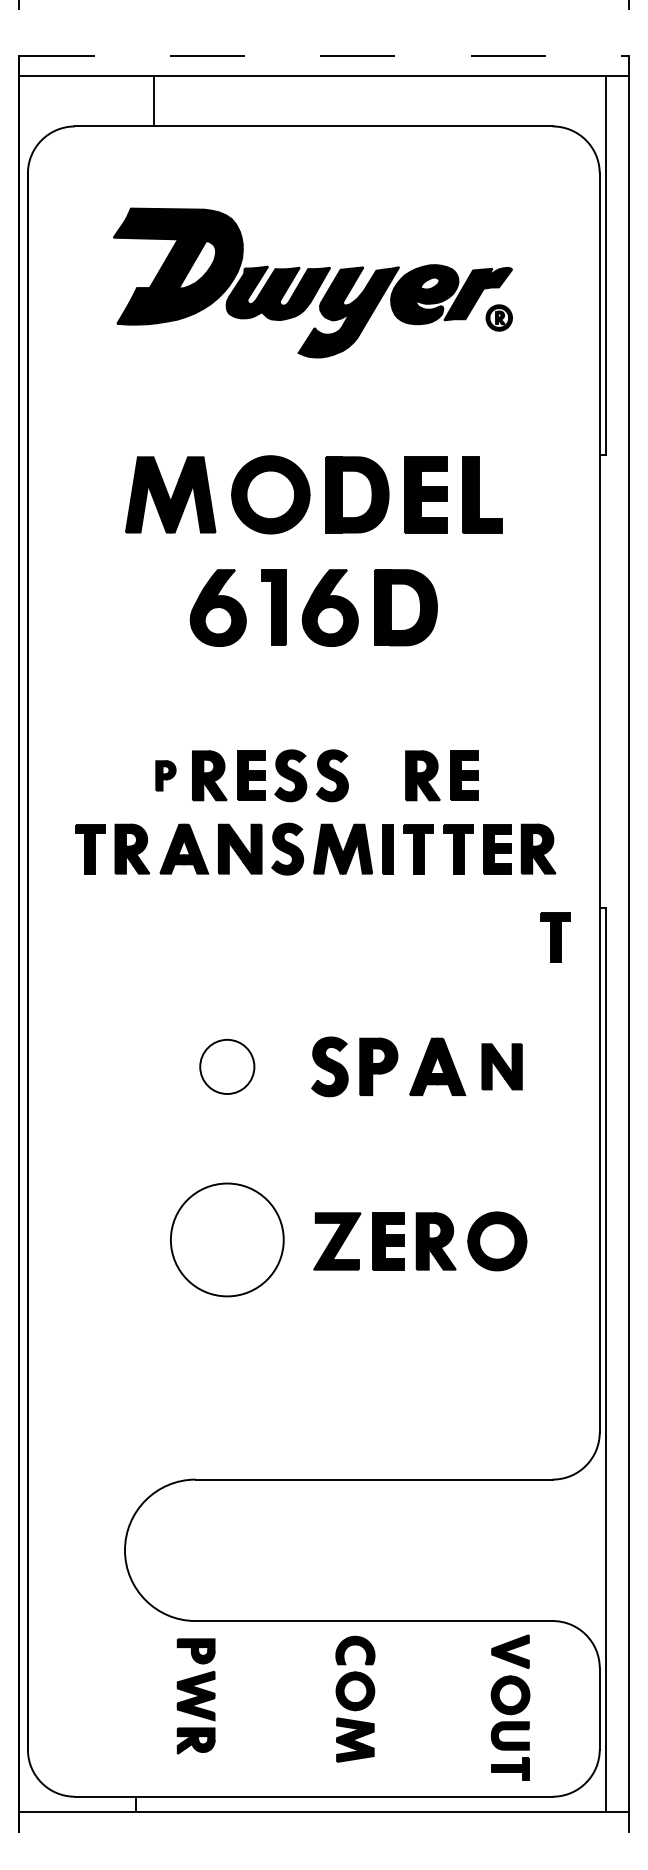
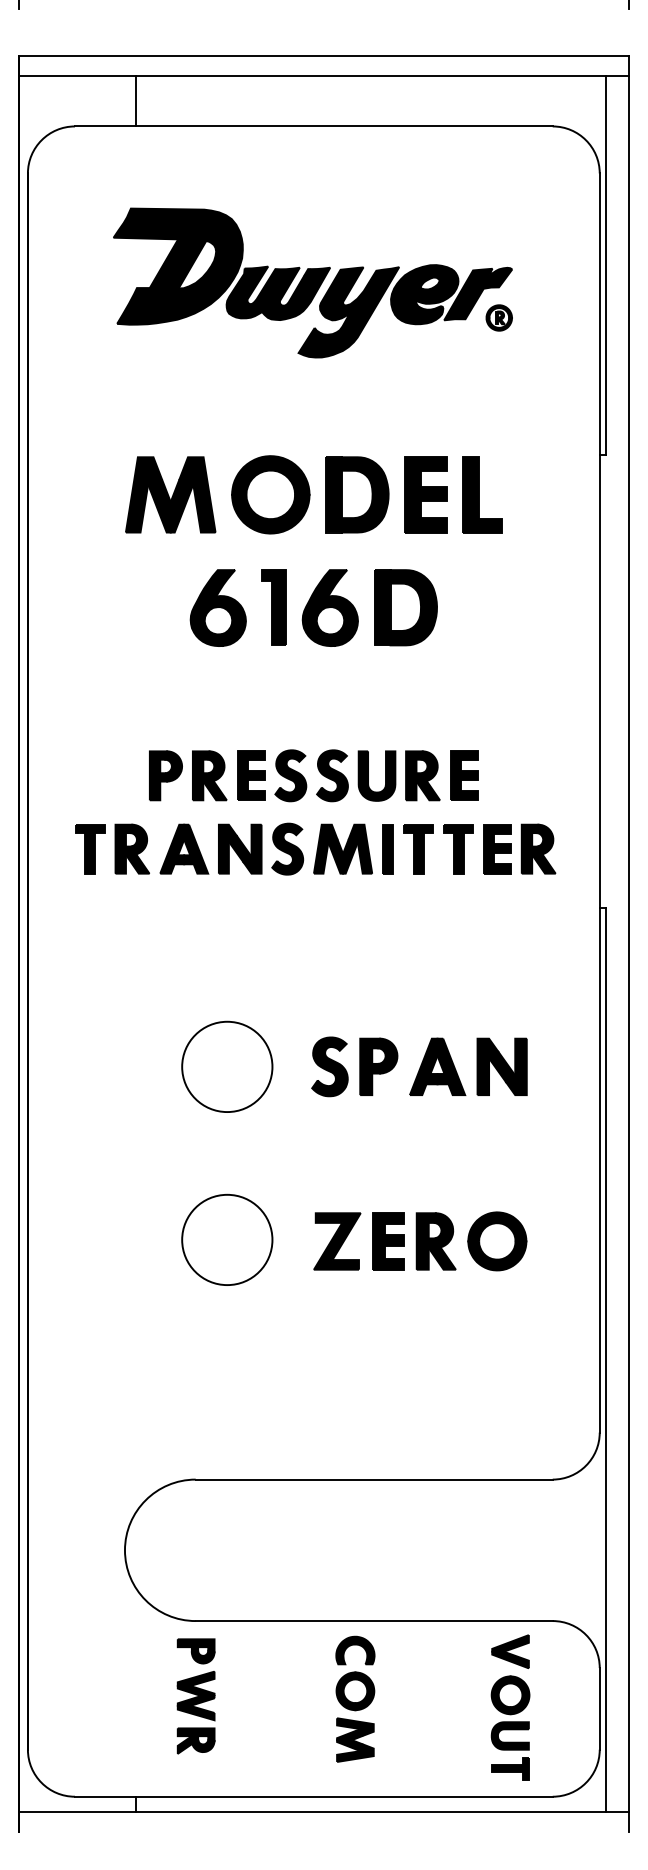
line at (324, 56): dashed -> solid
line at (153, 101) position: (153, 101) -> (135, 101)
part at (165, 775) size: 22x32 px -> 34x52 px
part at (368, 775): none -> present
part at (555, 937): present -> none
circle at (227, 1066) diameter: 54 px -> 90 px
part at (501, 1066) size: 42x48 px -> 52x59 px
circle at (226, 1239) diameter: 113 px -> 90 px
